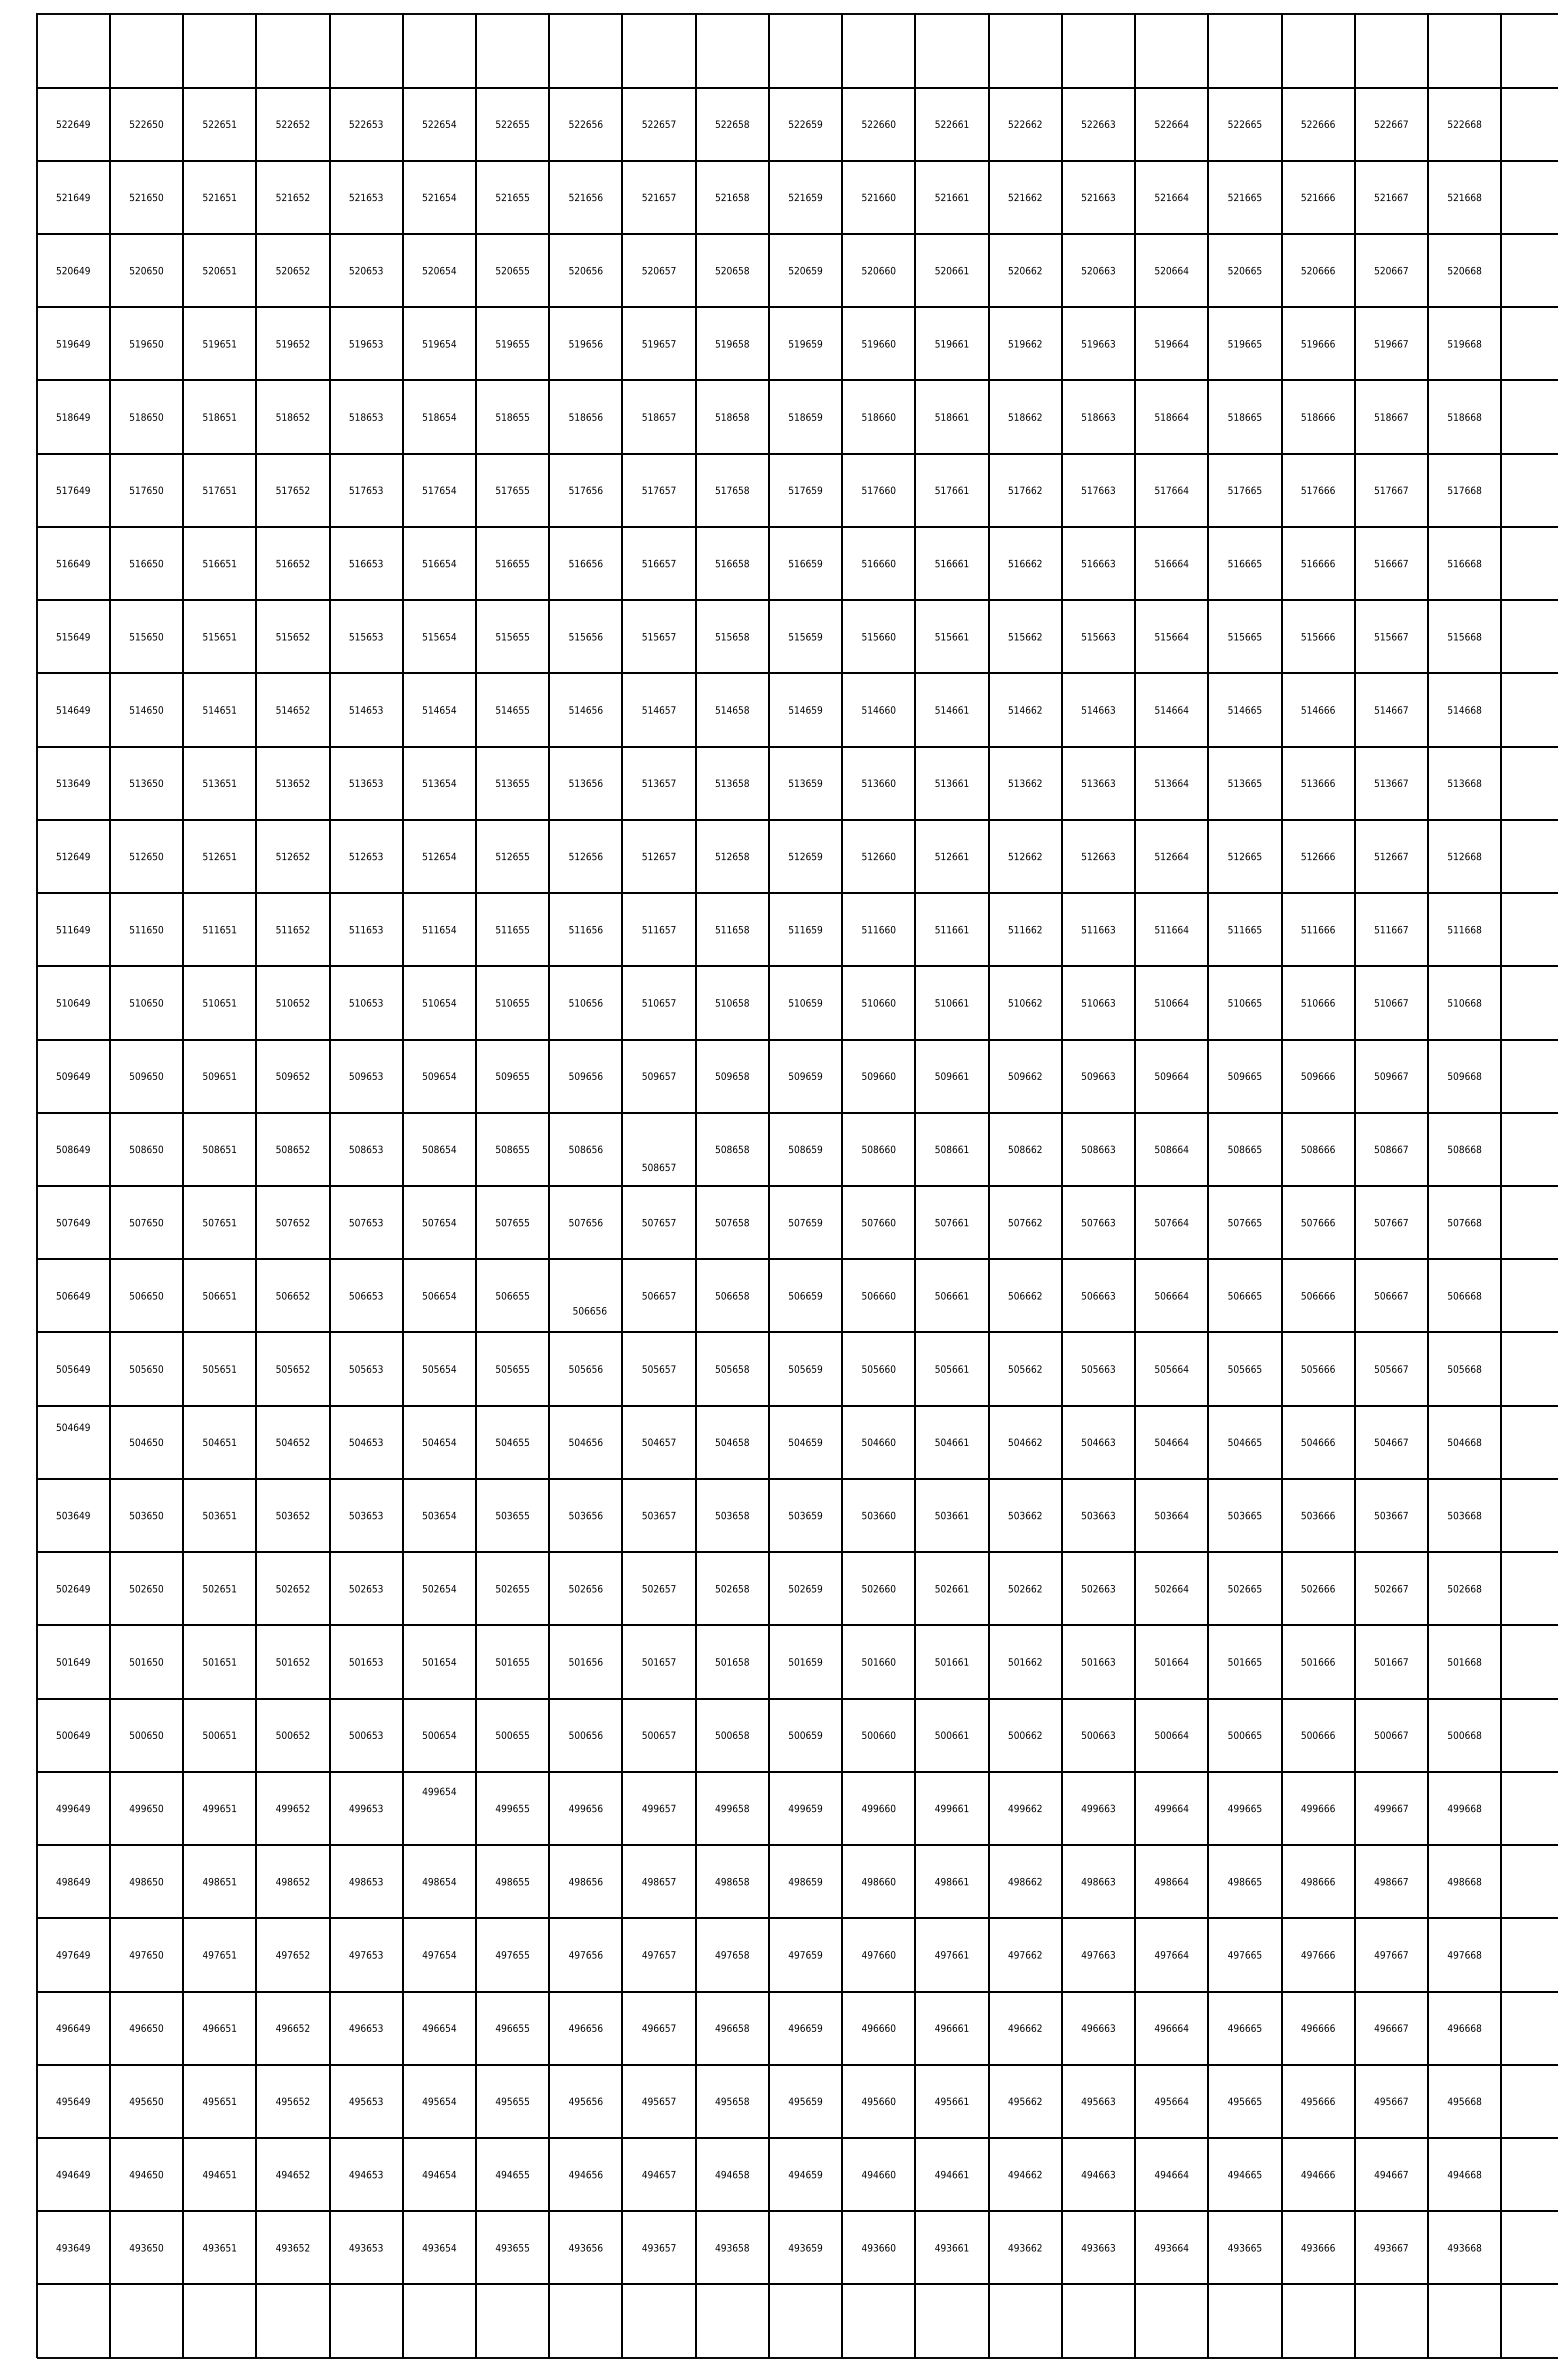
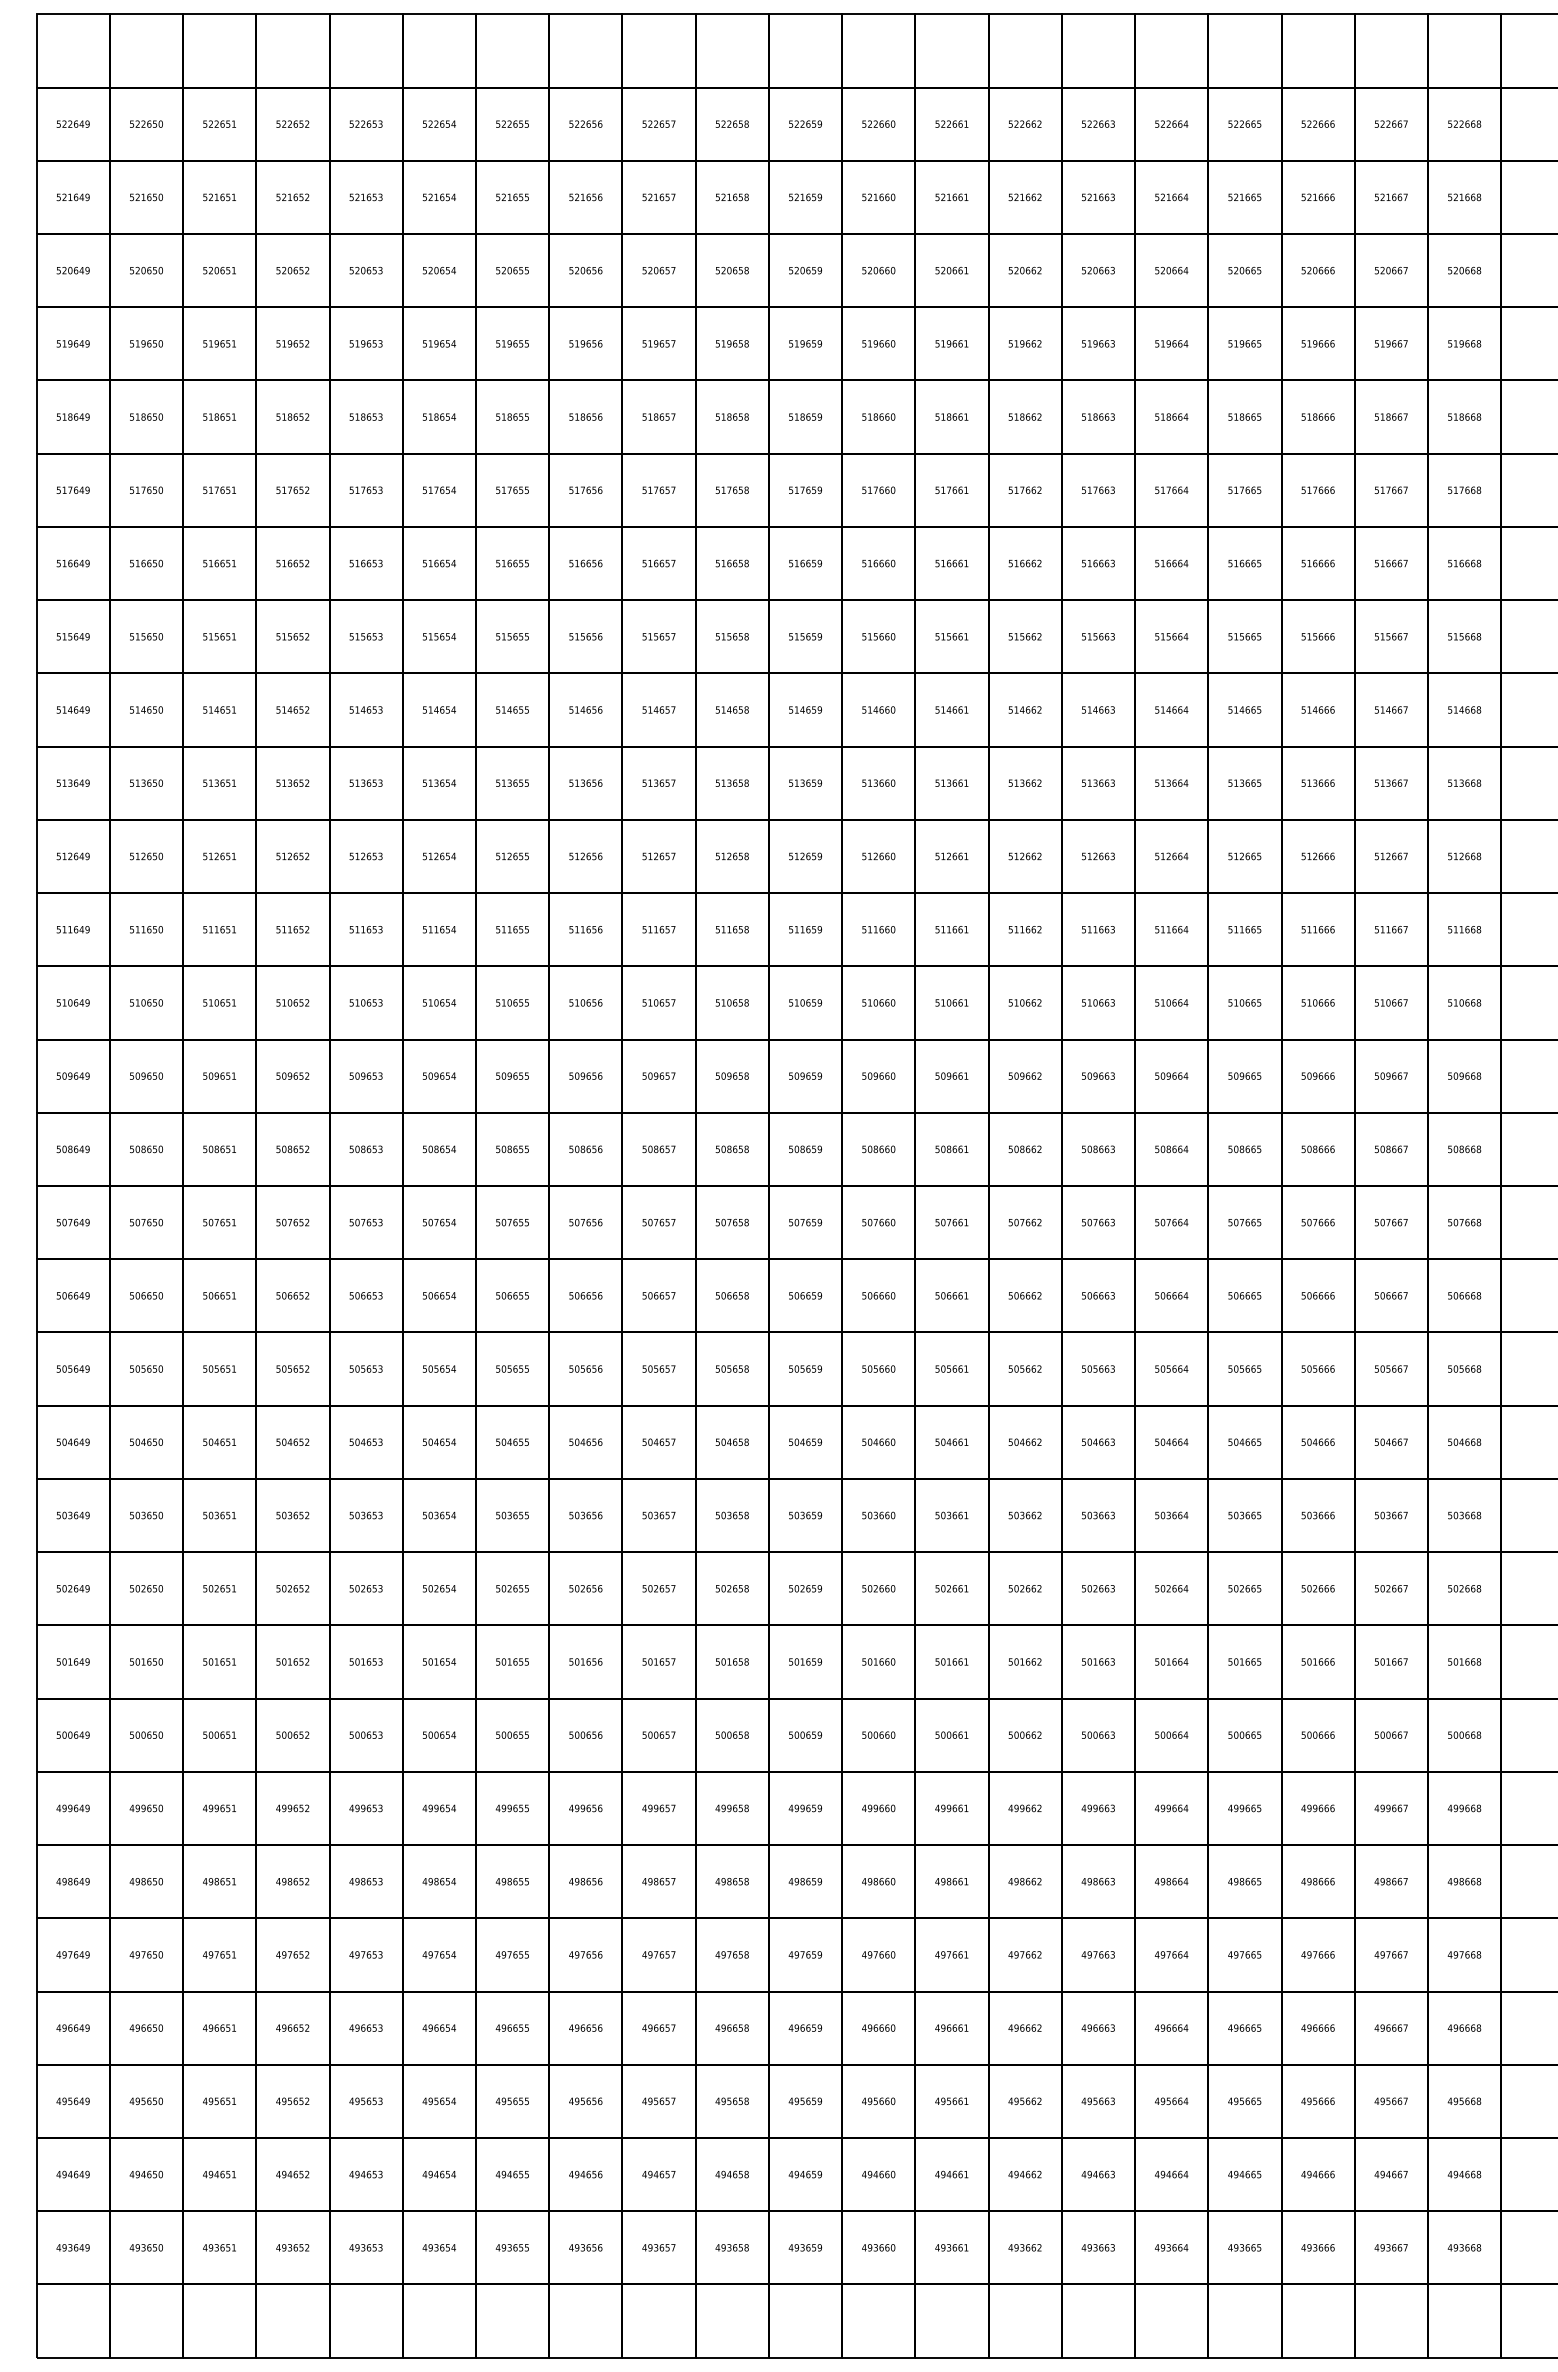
text at (658, 1167) position: (658, 1167) -> (658, 1149)
text at (589, 1310) position: (589, 1310) -> (585, 1295)
text at (72, 1426) position: (72, 1426) -> (72, 1441)
text at (438, 1791) position: (438, 1791) -> (438, 1808)
